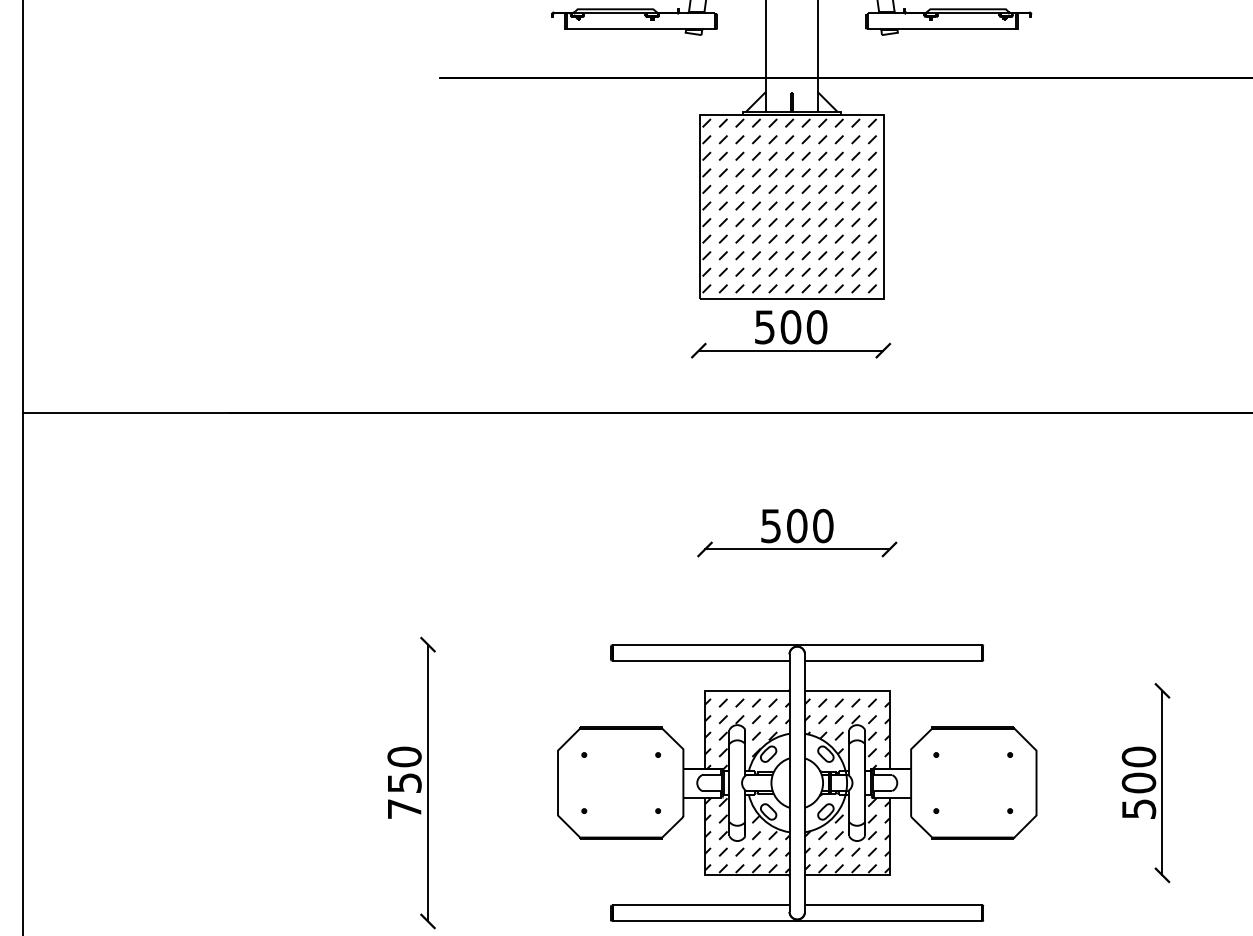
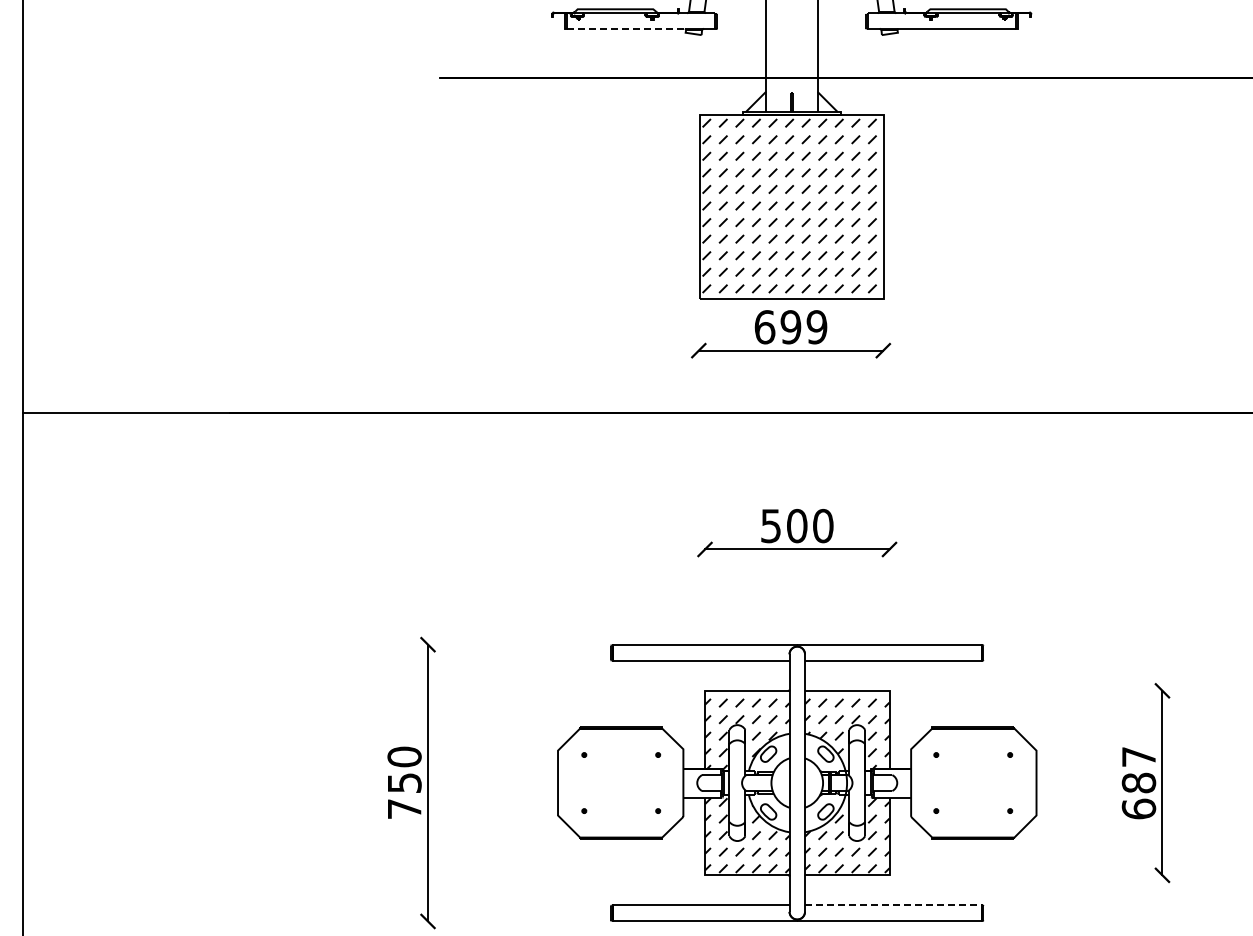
line at (626, 28): solid -> dashed
text at (790, 327): 500 -> 699
text at (1138, 782): 500 -> 687
line at (893, 905): solid -> dashed
